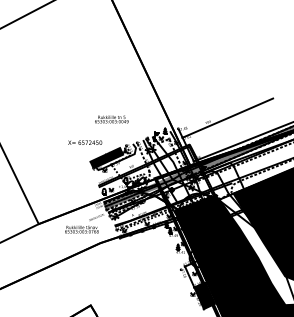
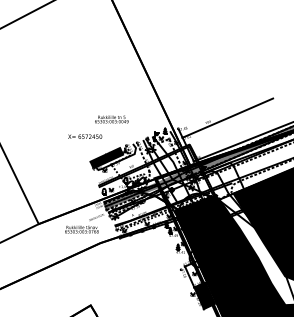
text at (85, 142) position: (85, 142) -> (85, 136)
